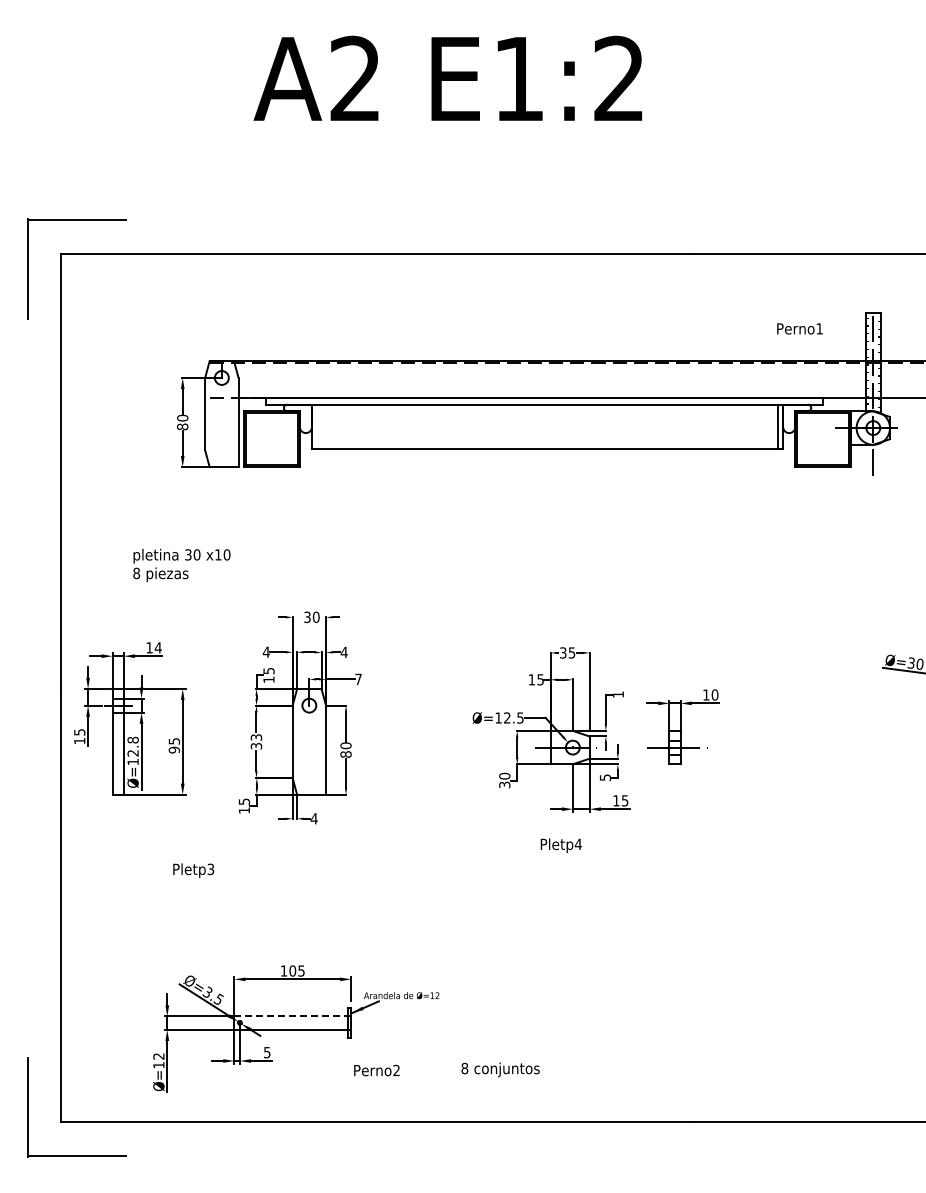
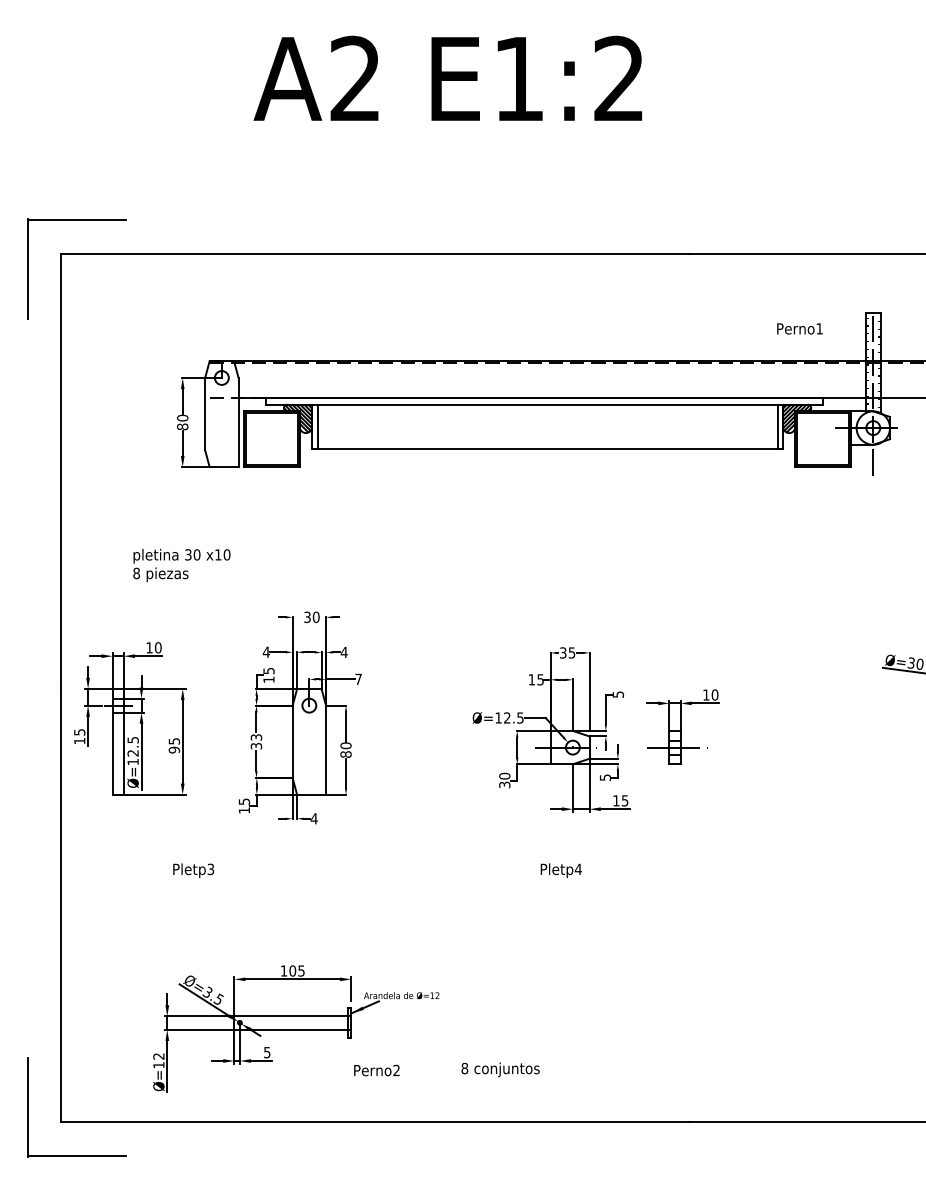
hatch at (297, 418): none -> present
hatch at (797, 418): none -> present
line at (317, 426): none -> present
text at (157, 647): 14 -> 10
text at (618, 694): 1 -> 5
text at (132, 739): Ø=12.8 -> Ø=12.5
text at (560, 845) position: (560, 845) -> (560, 870)
line at (293, 1016): dashed -> solid
